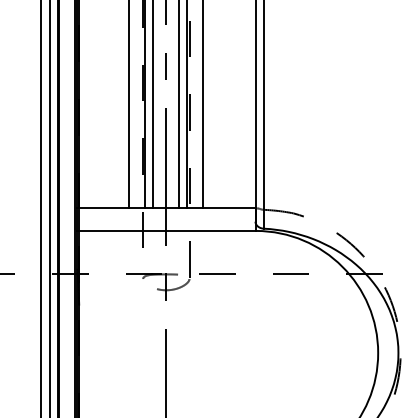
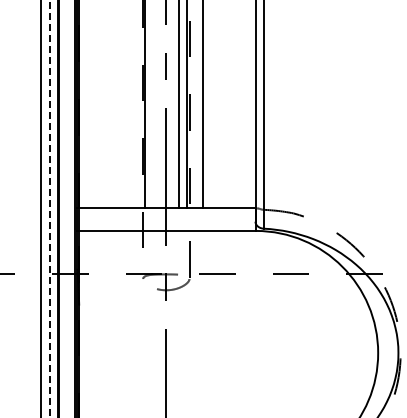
line at (129, 105): present -> none
line at (152, 105): present -> none
line at (50, 208): solid -> dashed
